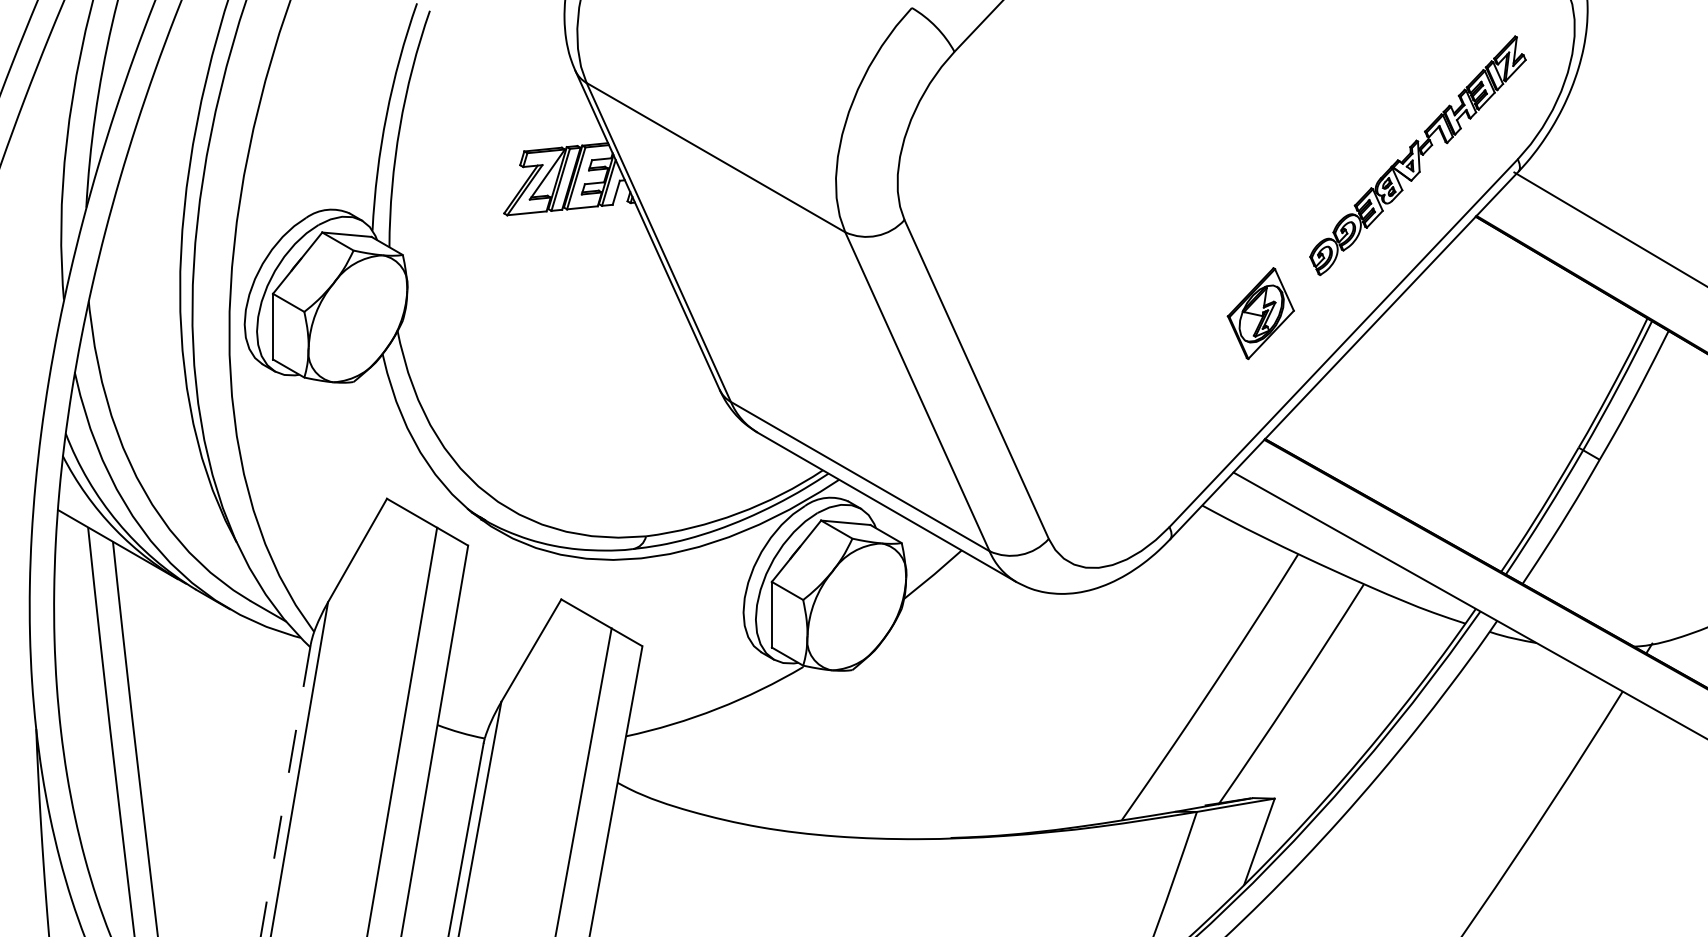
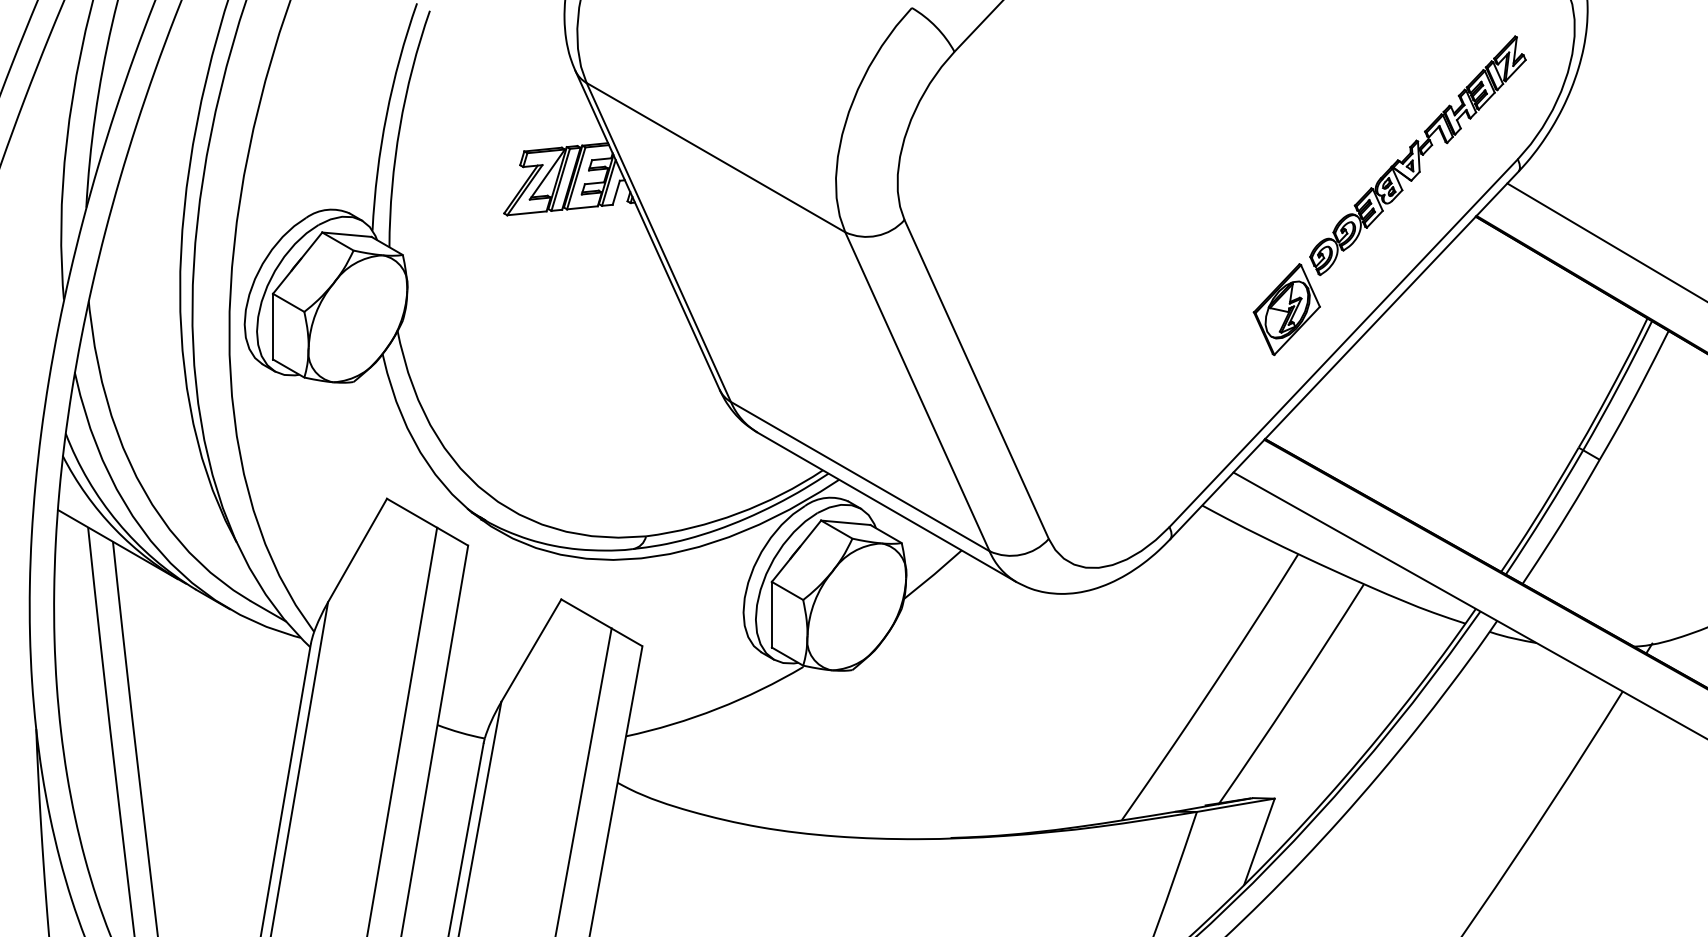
line at (1609, 228) position: (1609, 228) -> (1605, 241)
part at (1260, 313) position: (1260, 313) -> (1286, 309)
line at (285, 790): dashed -> solid
